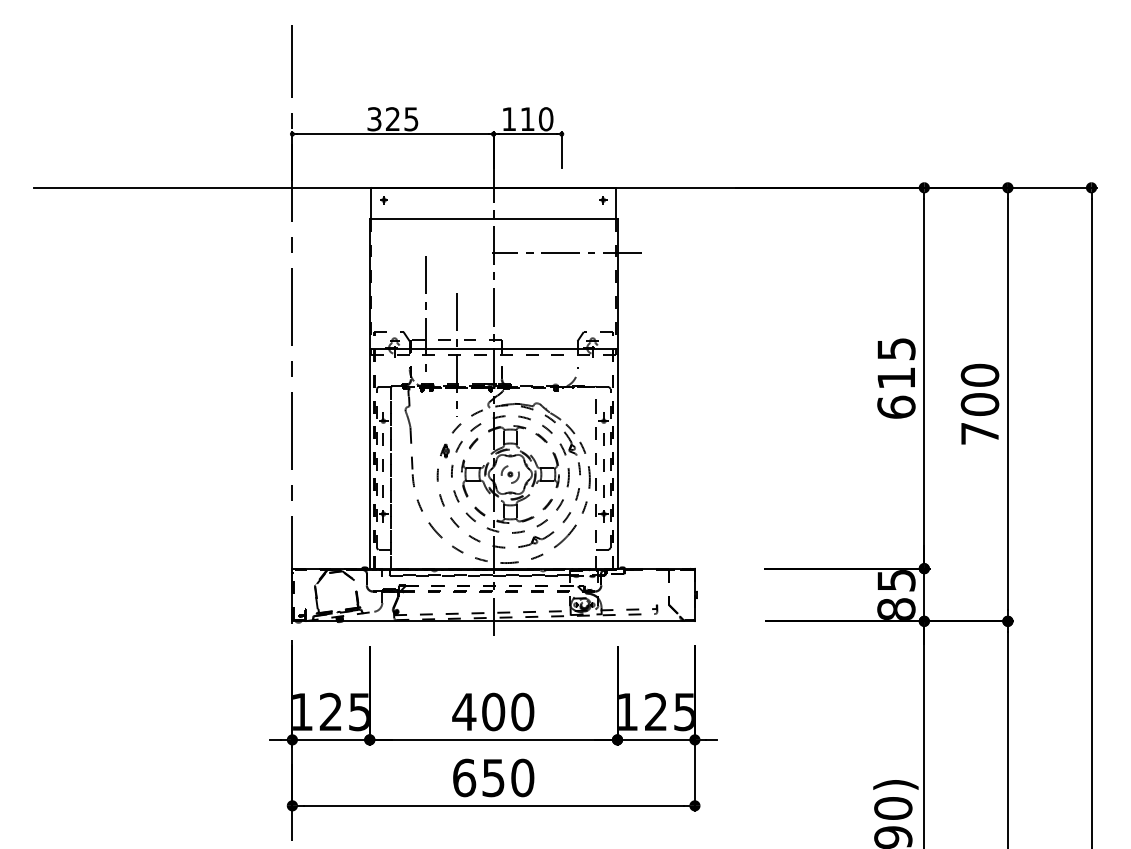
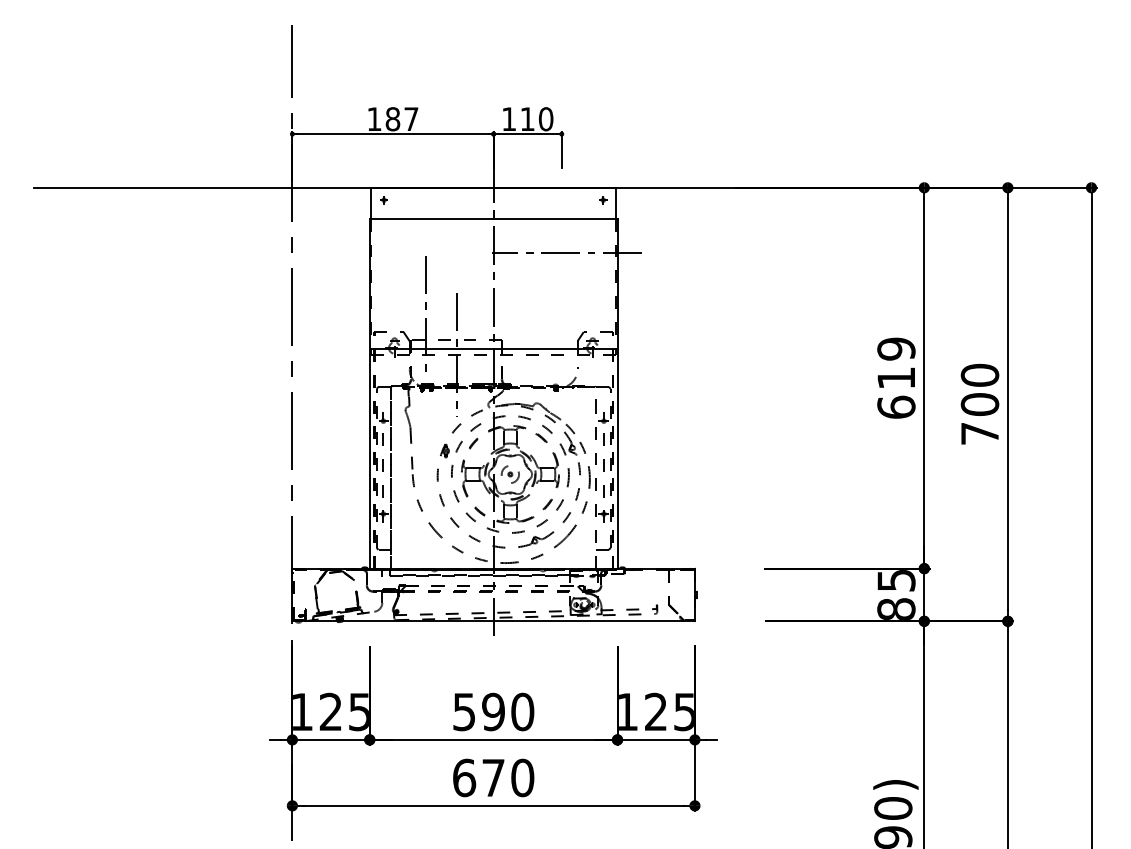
text at (392, 119): 325 -> 187
text at (896, 348): 615 -> 619
text at (478, 712): 400 -> 590
text at (493, 778): 650 -> 670
